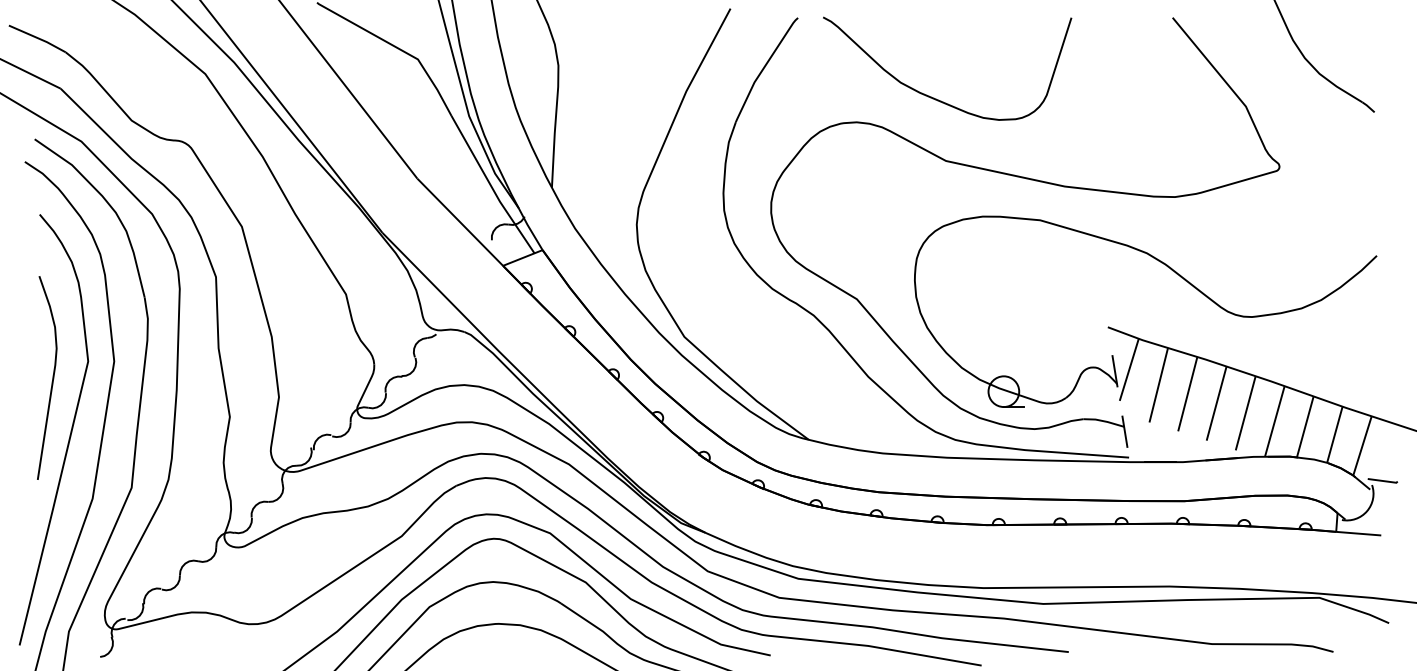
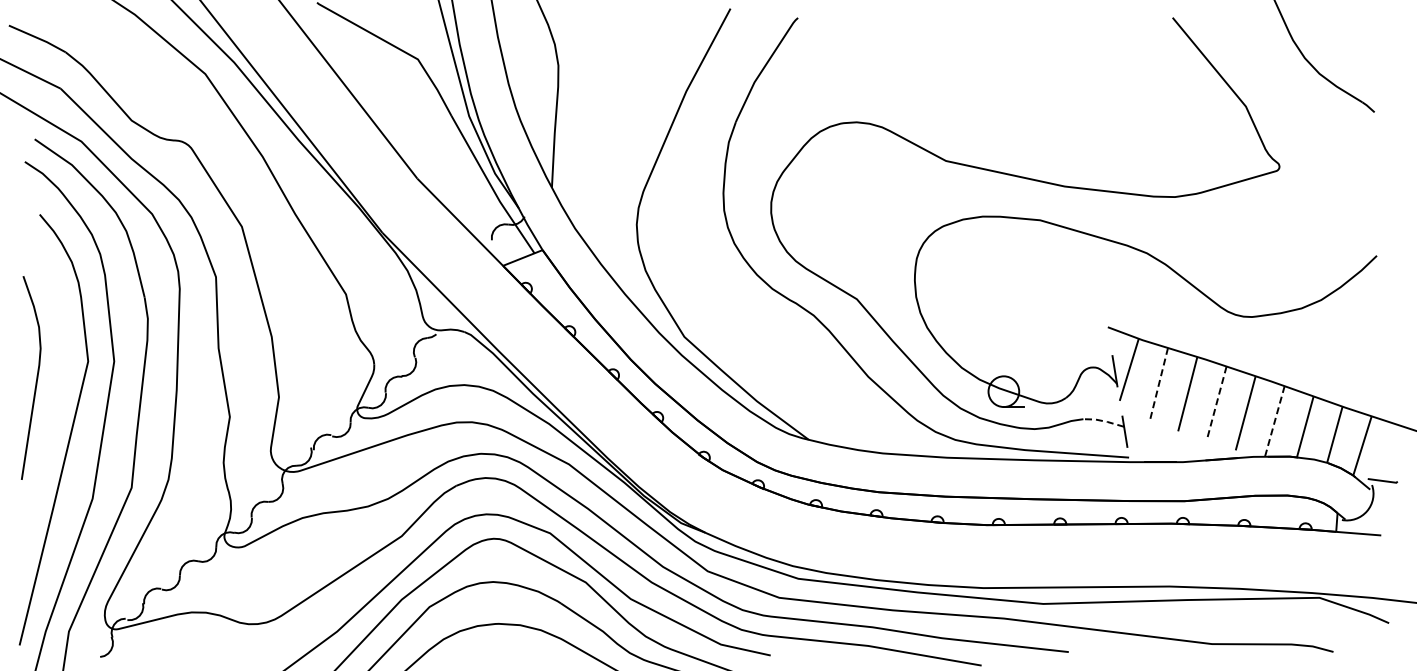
curve at (934, 97): present -> none
curve at (52, 377) position: (52, 377) -> (36, 377)
line at (1158, 385): solid -> dashed
line at (1216, 404): solid -> dashed
line at (1103, 421): solid -> dashed
line at (1274, 421): solid -> dashed
